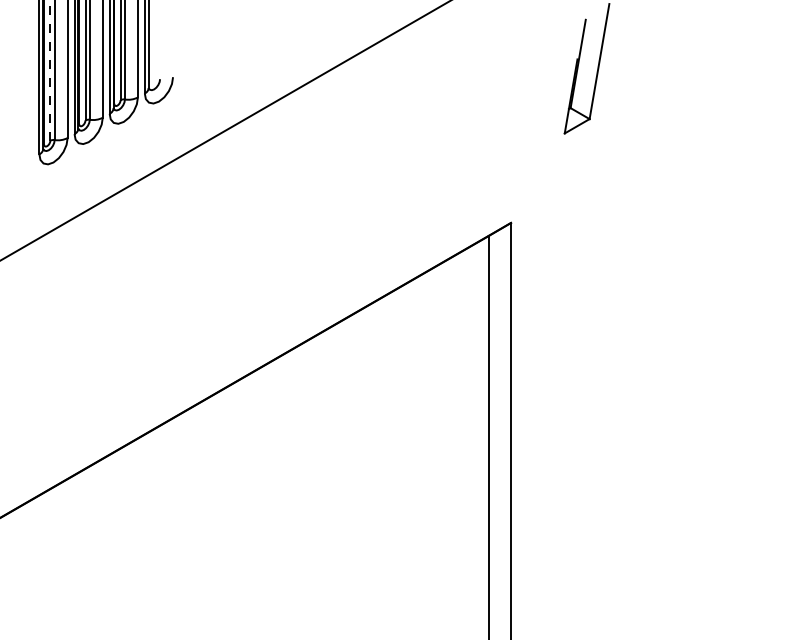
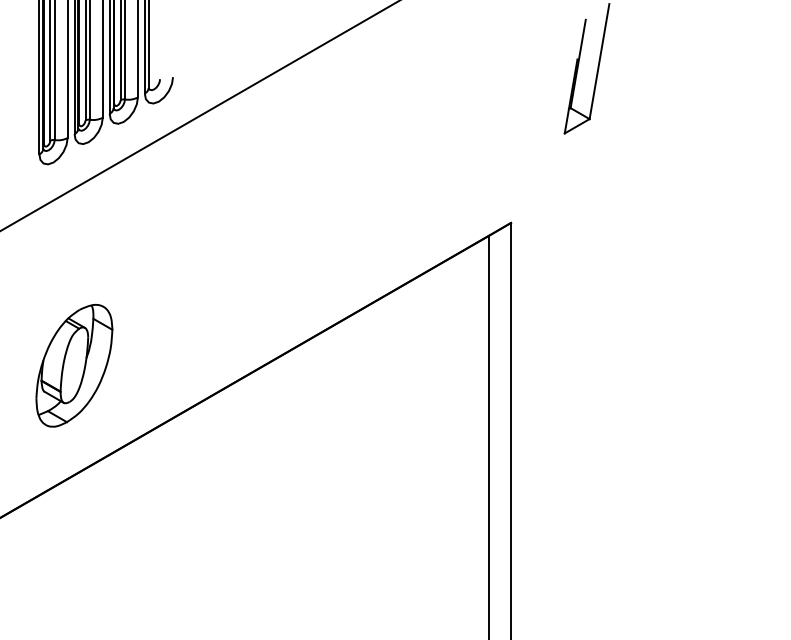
line at (50, 70): dashed -> solid
line at (225, 130) position: (225, 130) -> (199, 115)
part at (74, 365): none -> present
